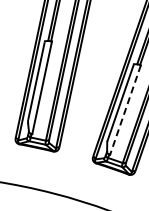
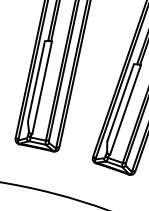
line at (125, 110): dashed -> solid
